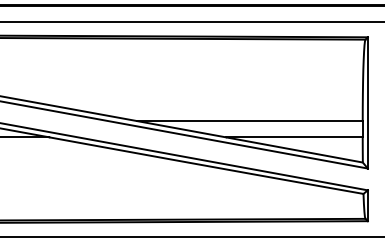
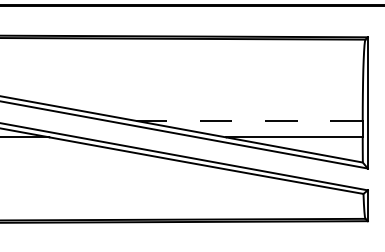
line at (191, 21): present -> none
line at (250, 121): solid -> dashed
line at (191, 236): present -> none
